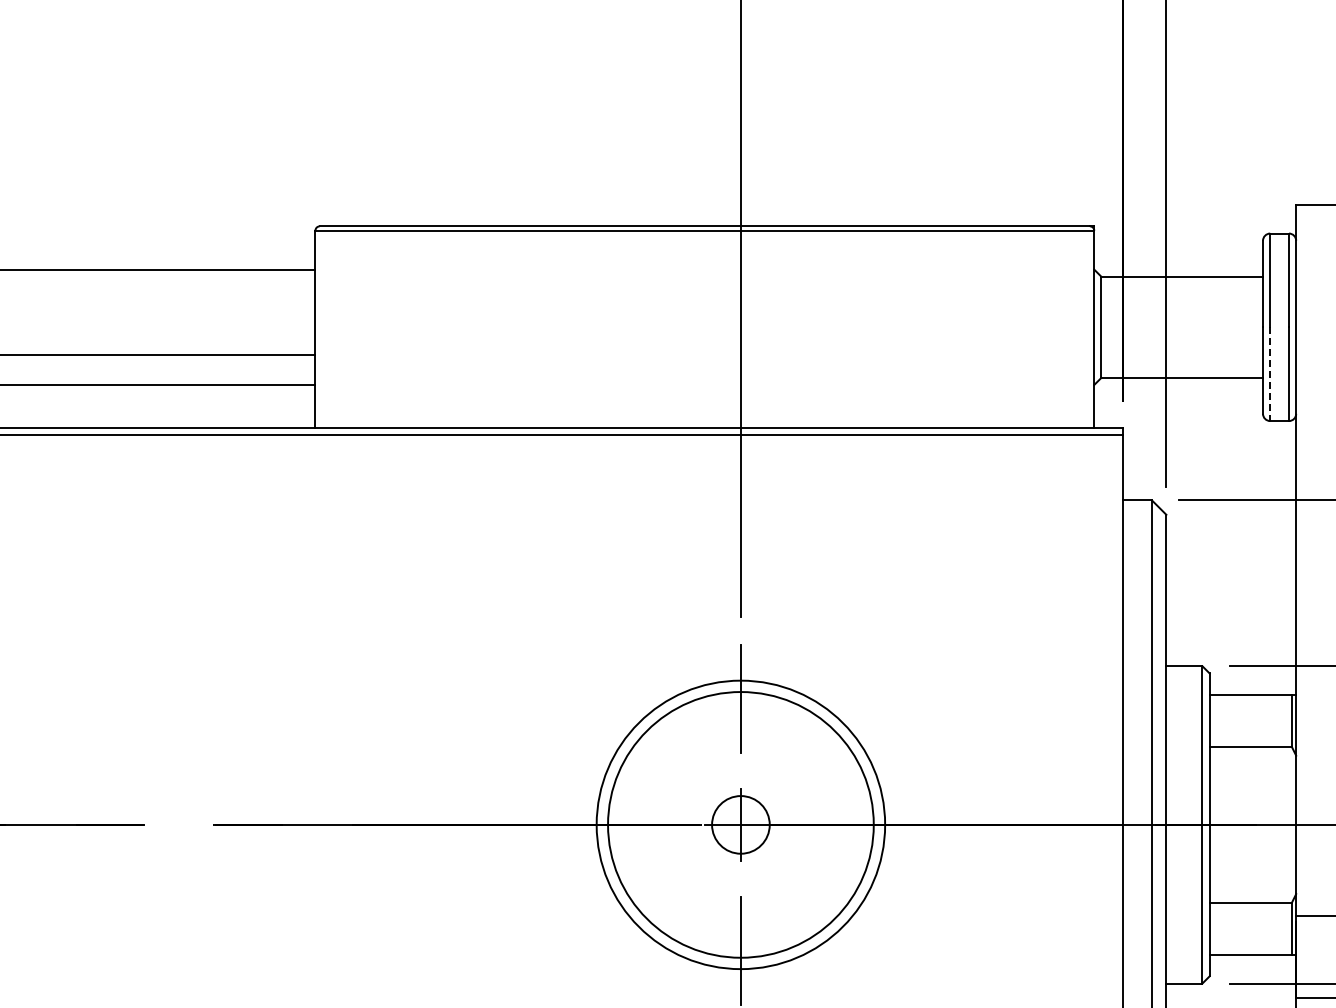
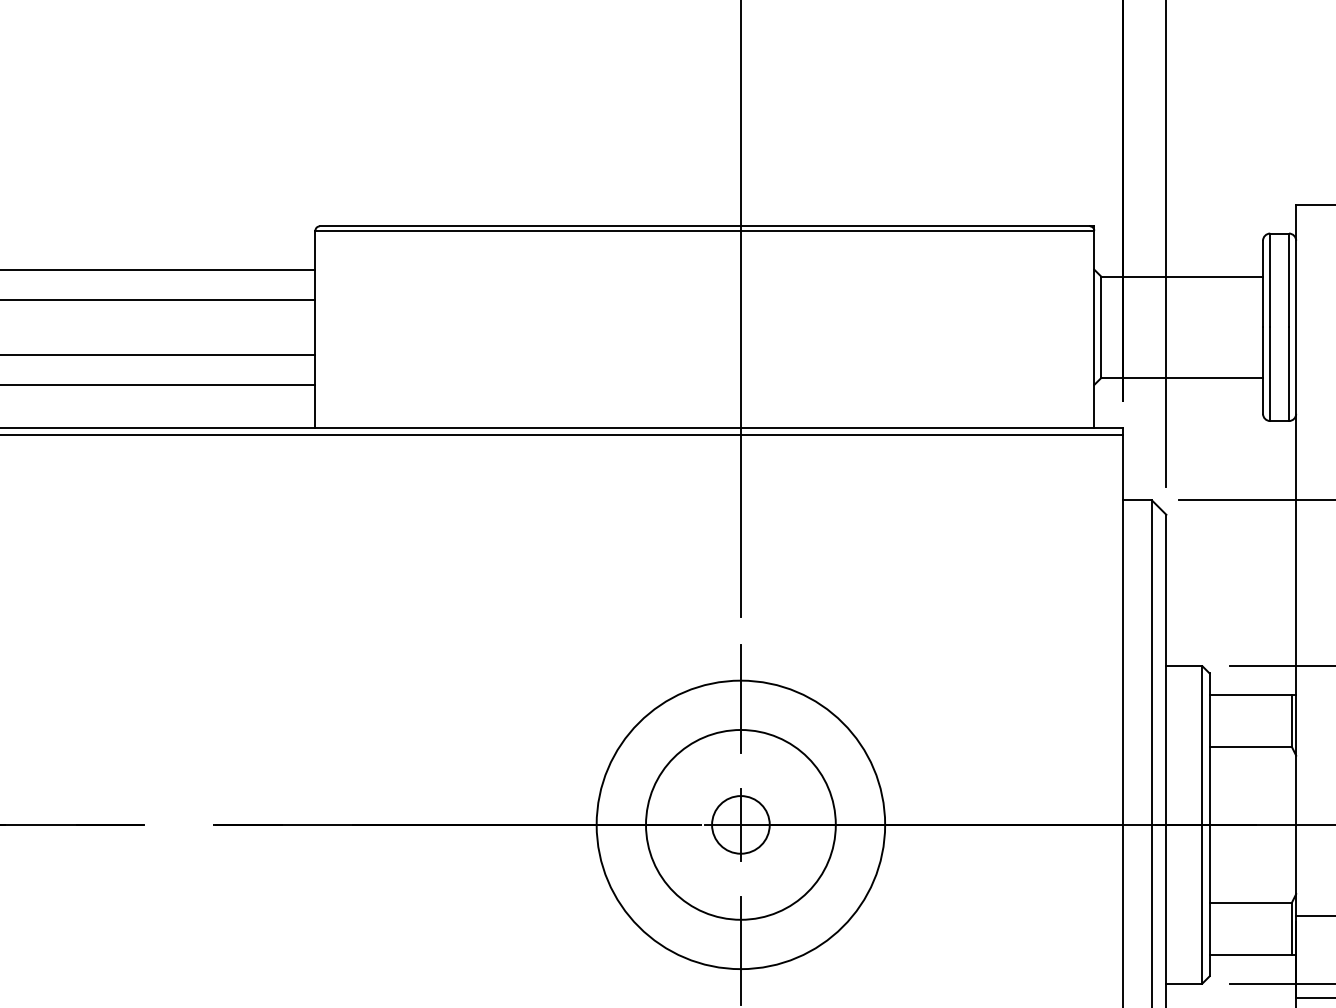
line at (158, 299): none -> present
line at (1270, 374): dashed -> solid
circle at (740, 824) diameter: 266 px -> 190 px
